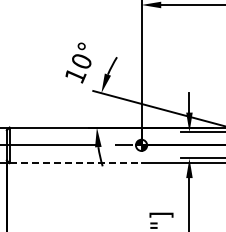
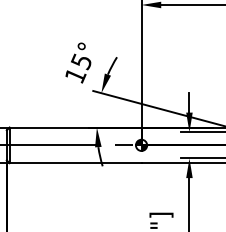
text at (81, 61): 10° -> 15°
line at (75, 163): dashed -> solid
